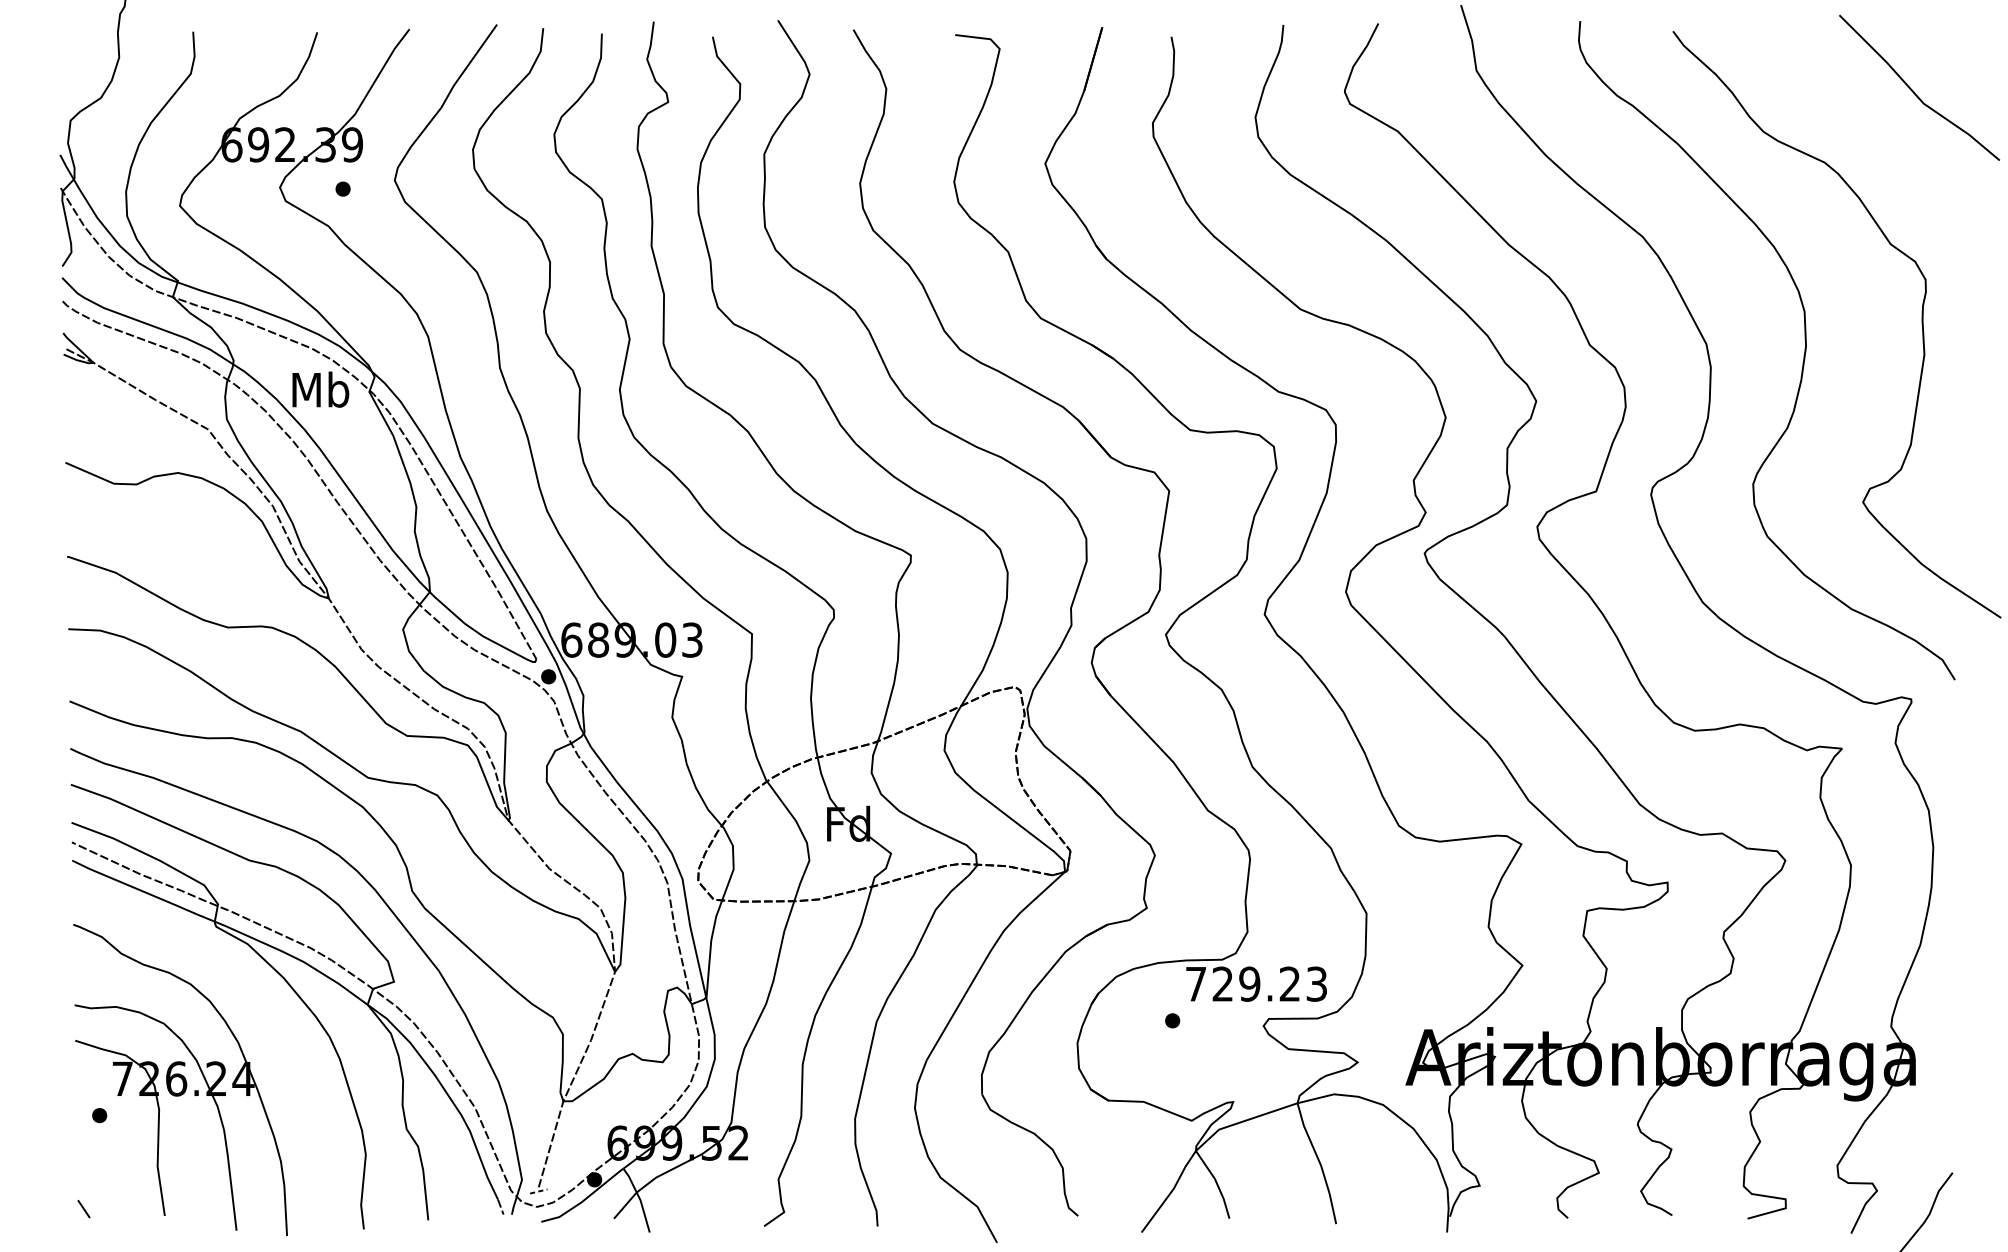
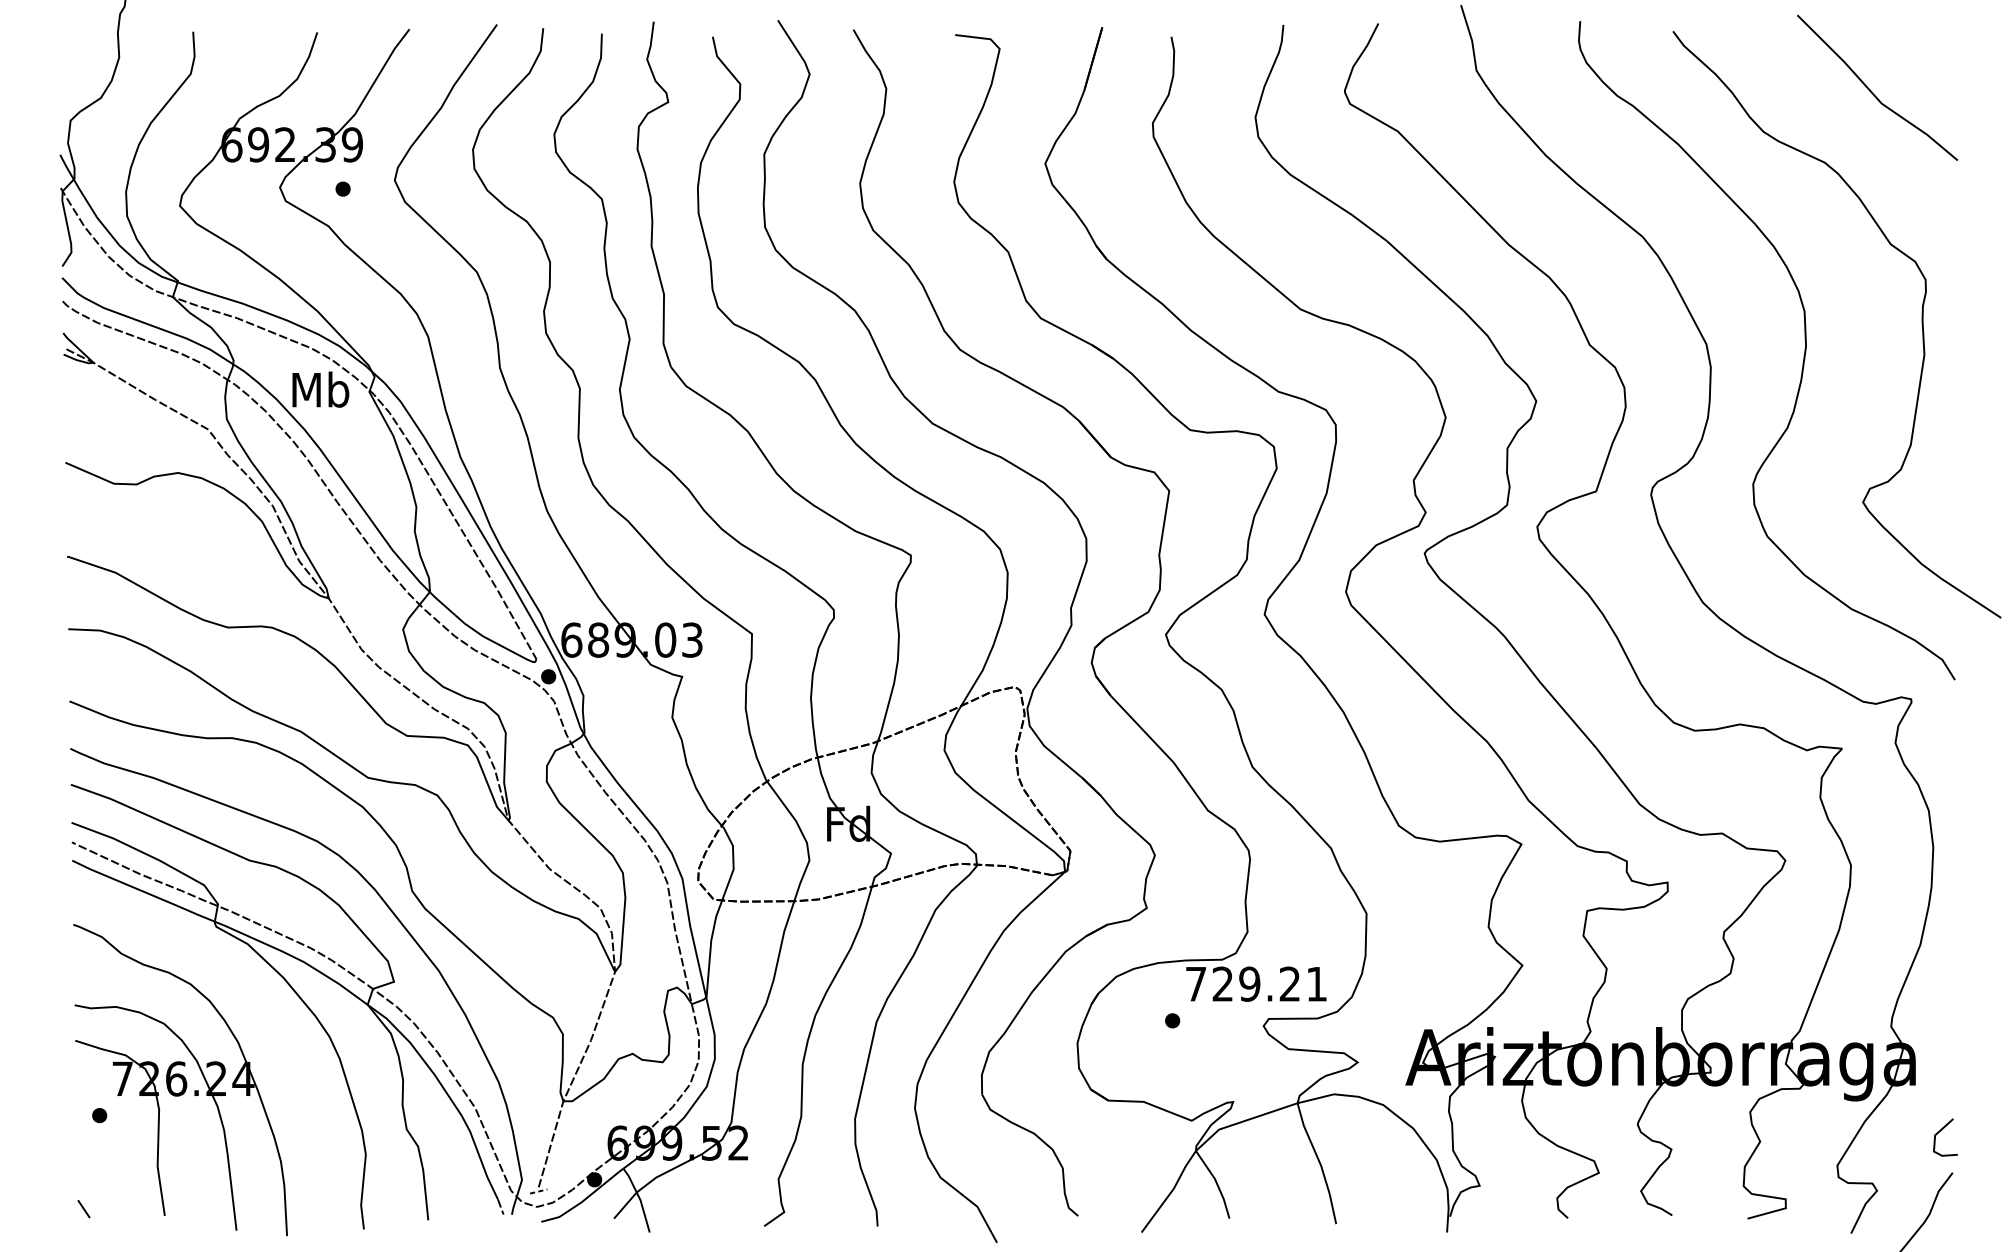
line at (1914, 91) position: (1914, 91) -> (1872, 91)
text at (1316, 983): 729.23 -> 729.21
line at (1942, 1130): none -> present
